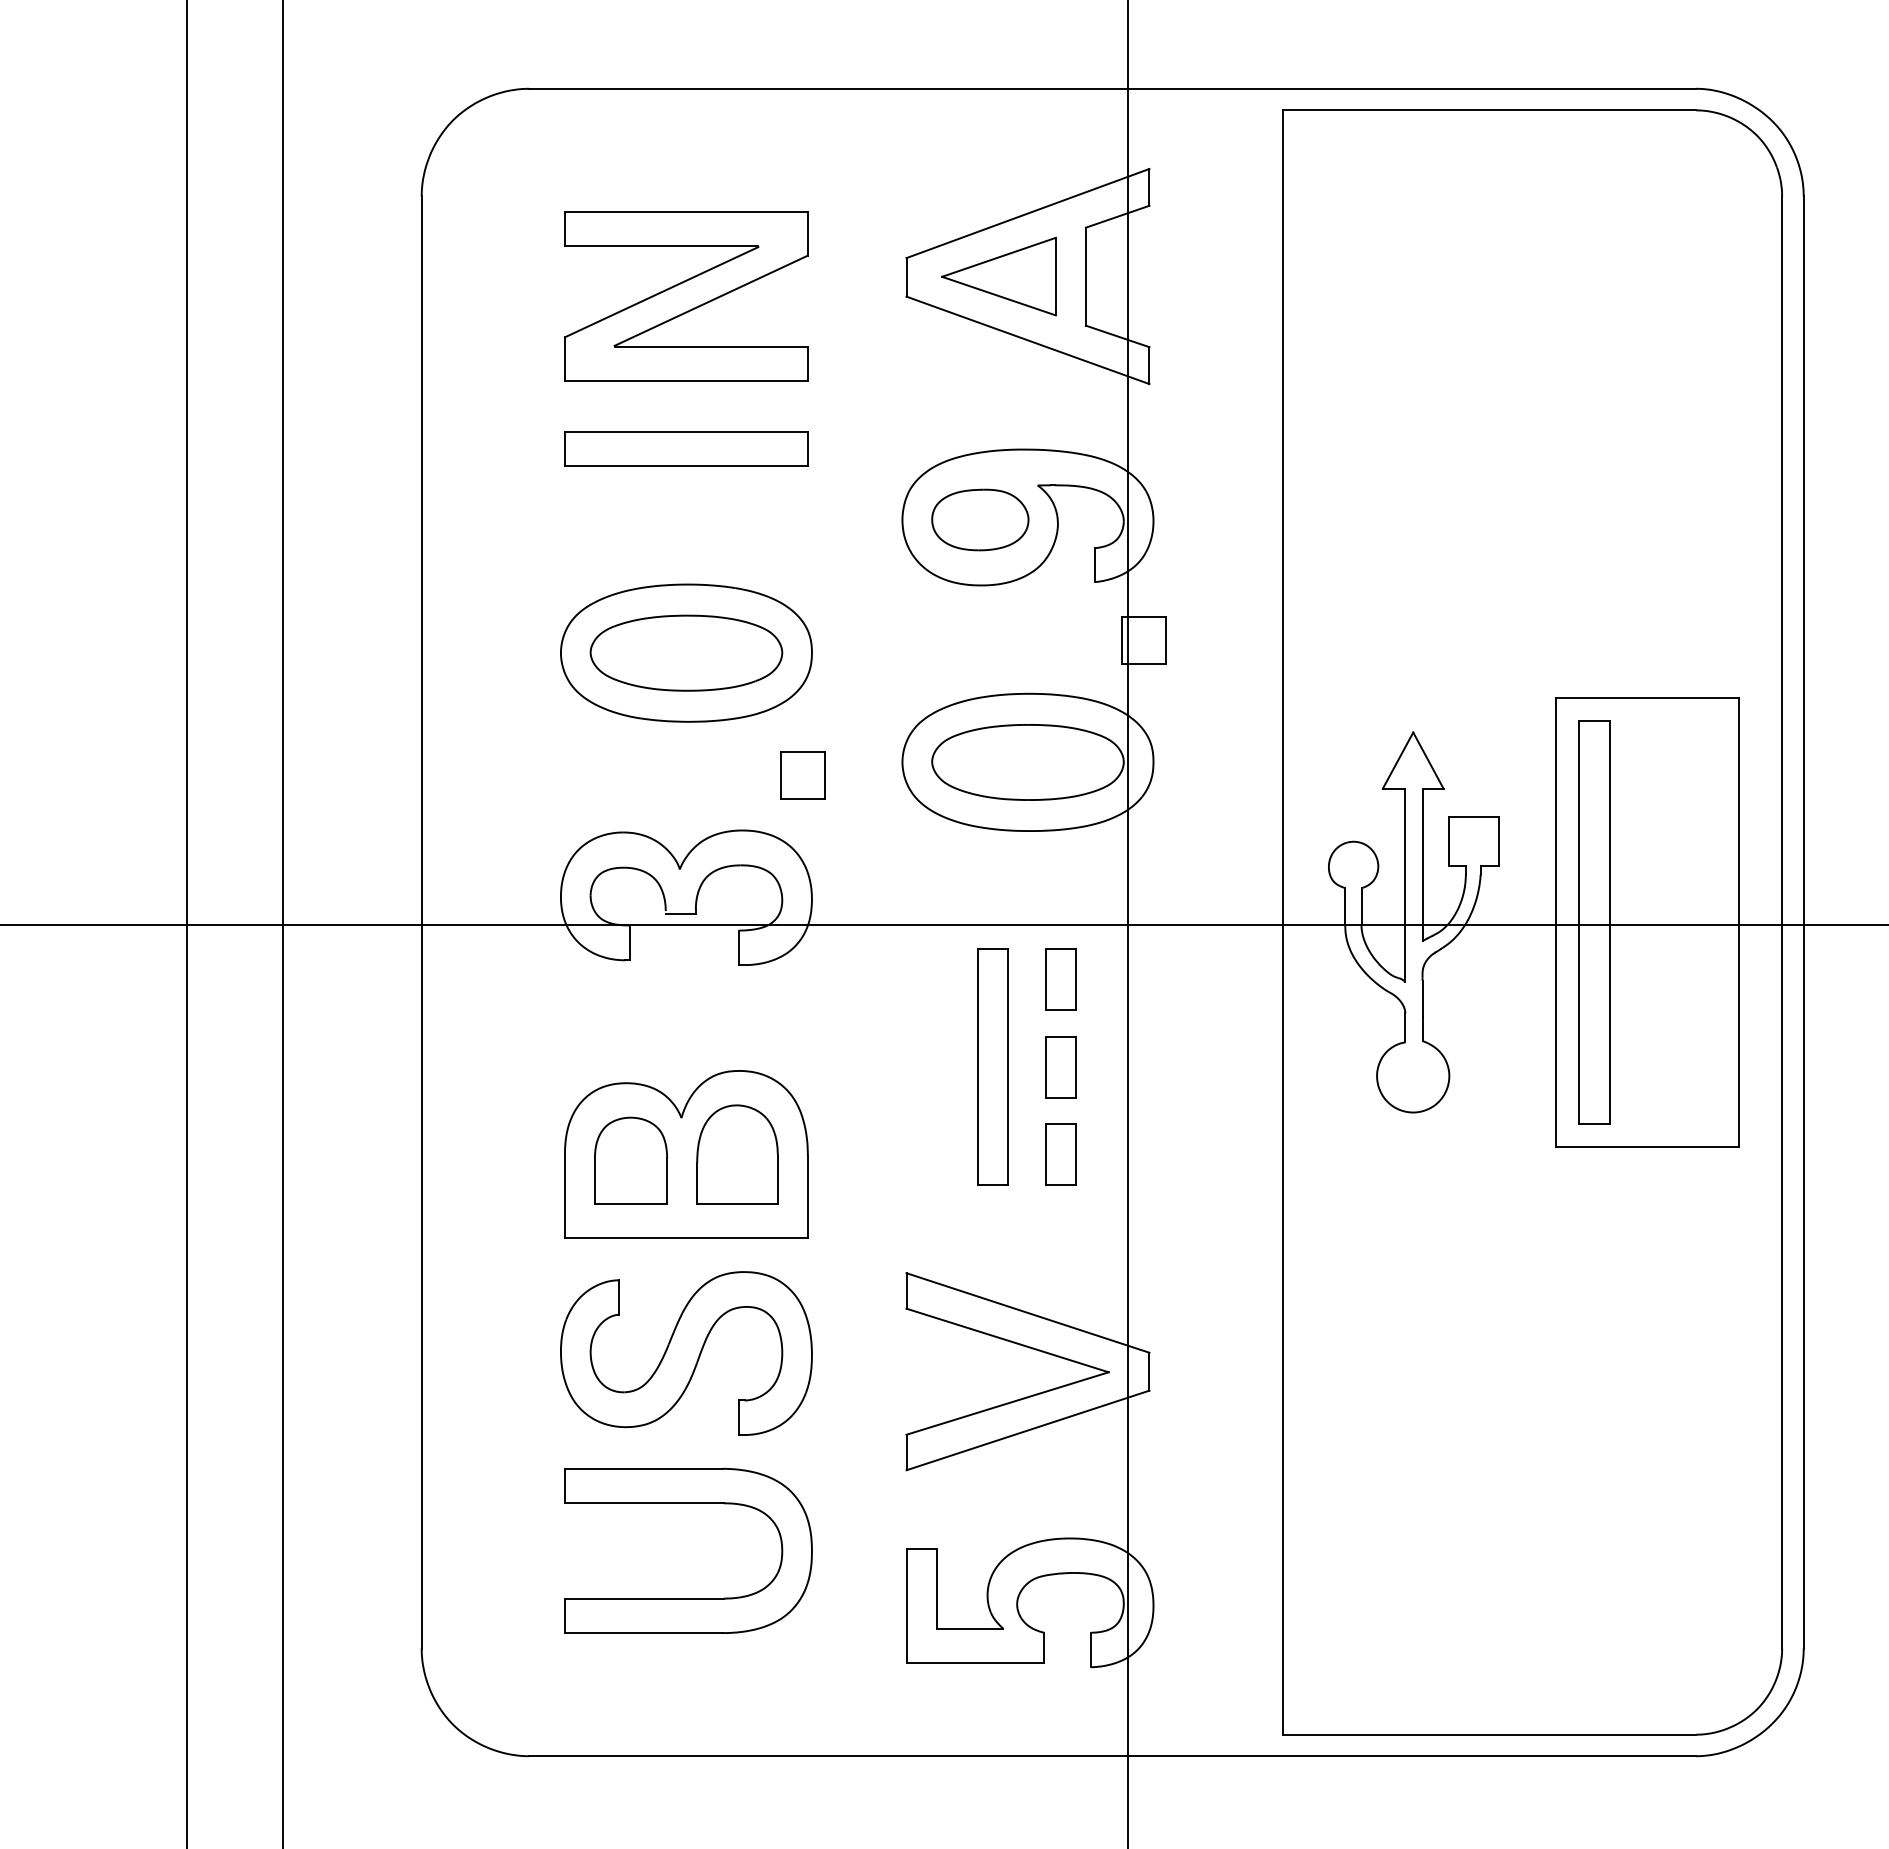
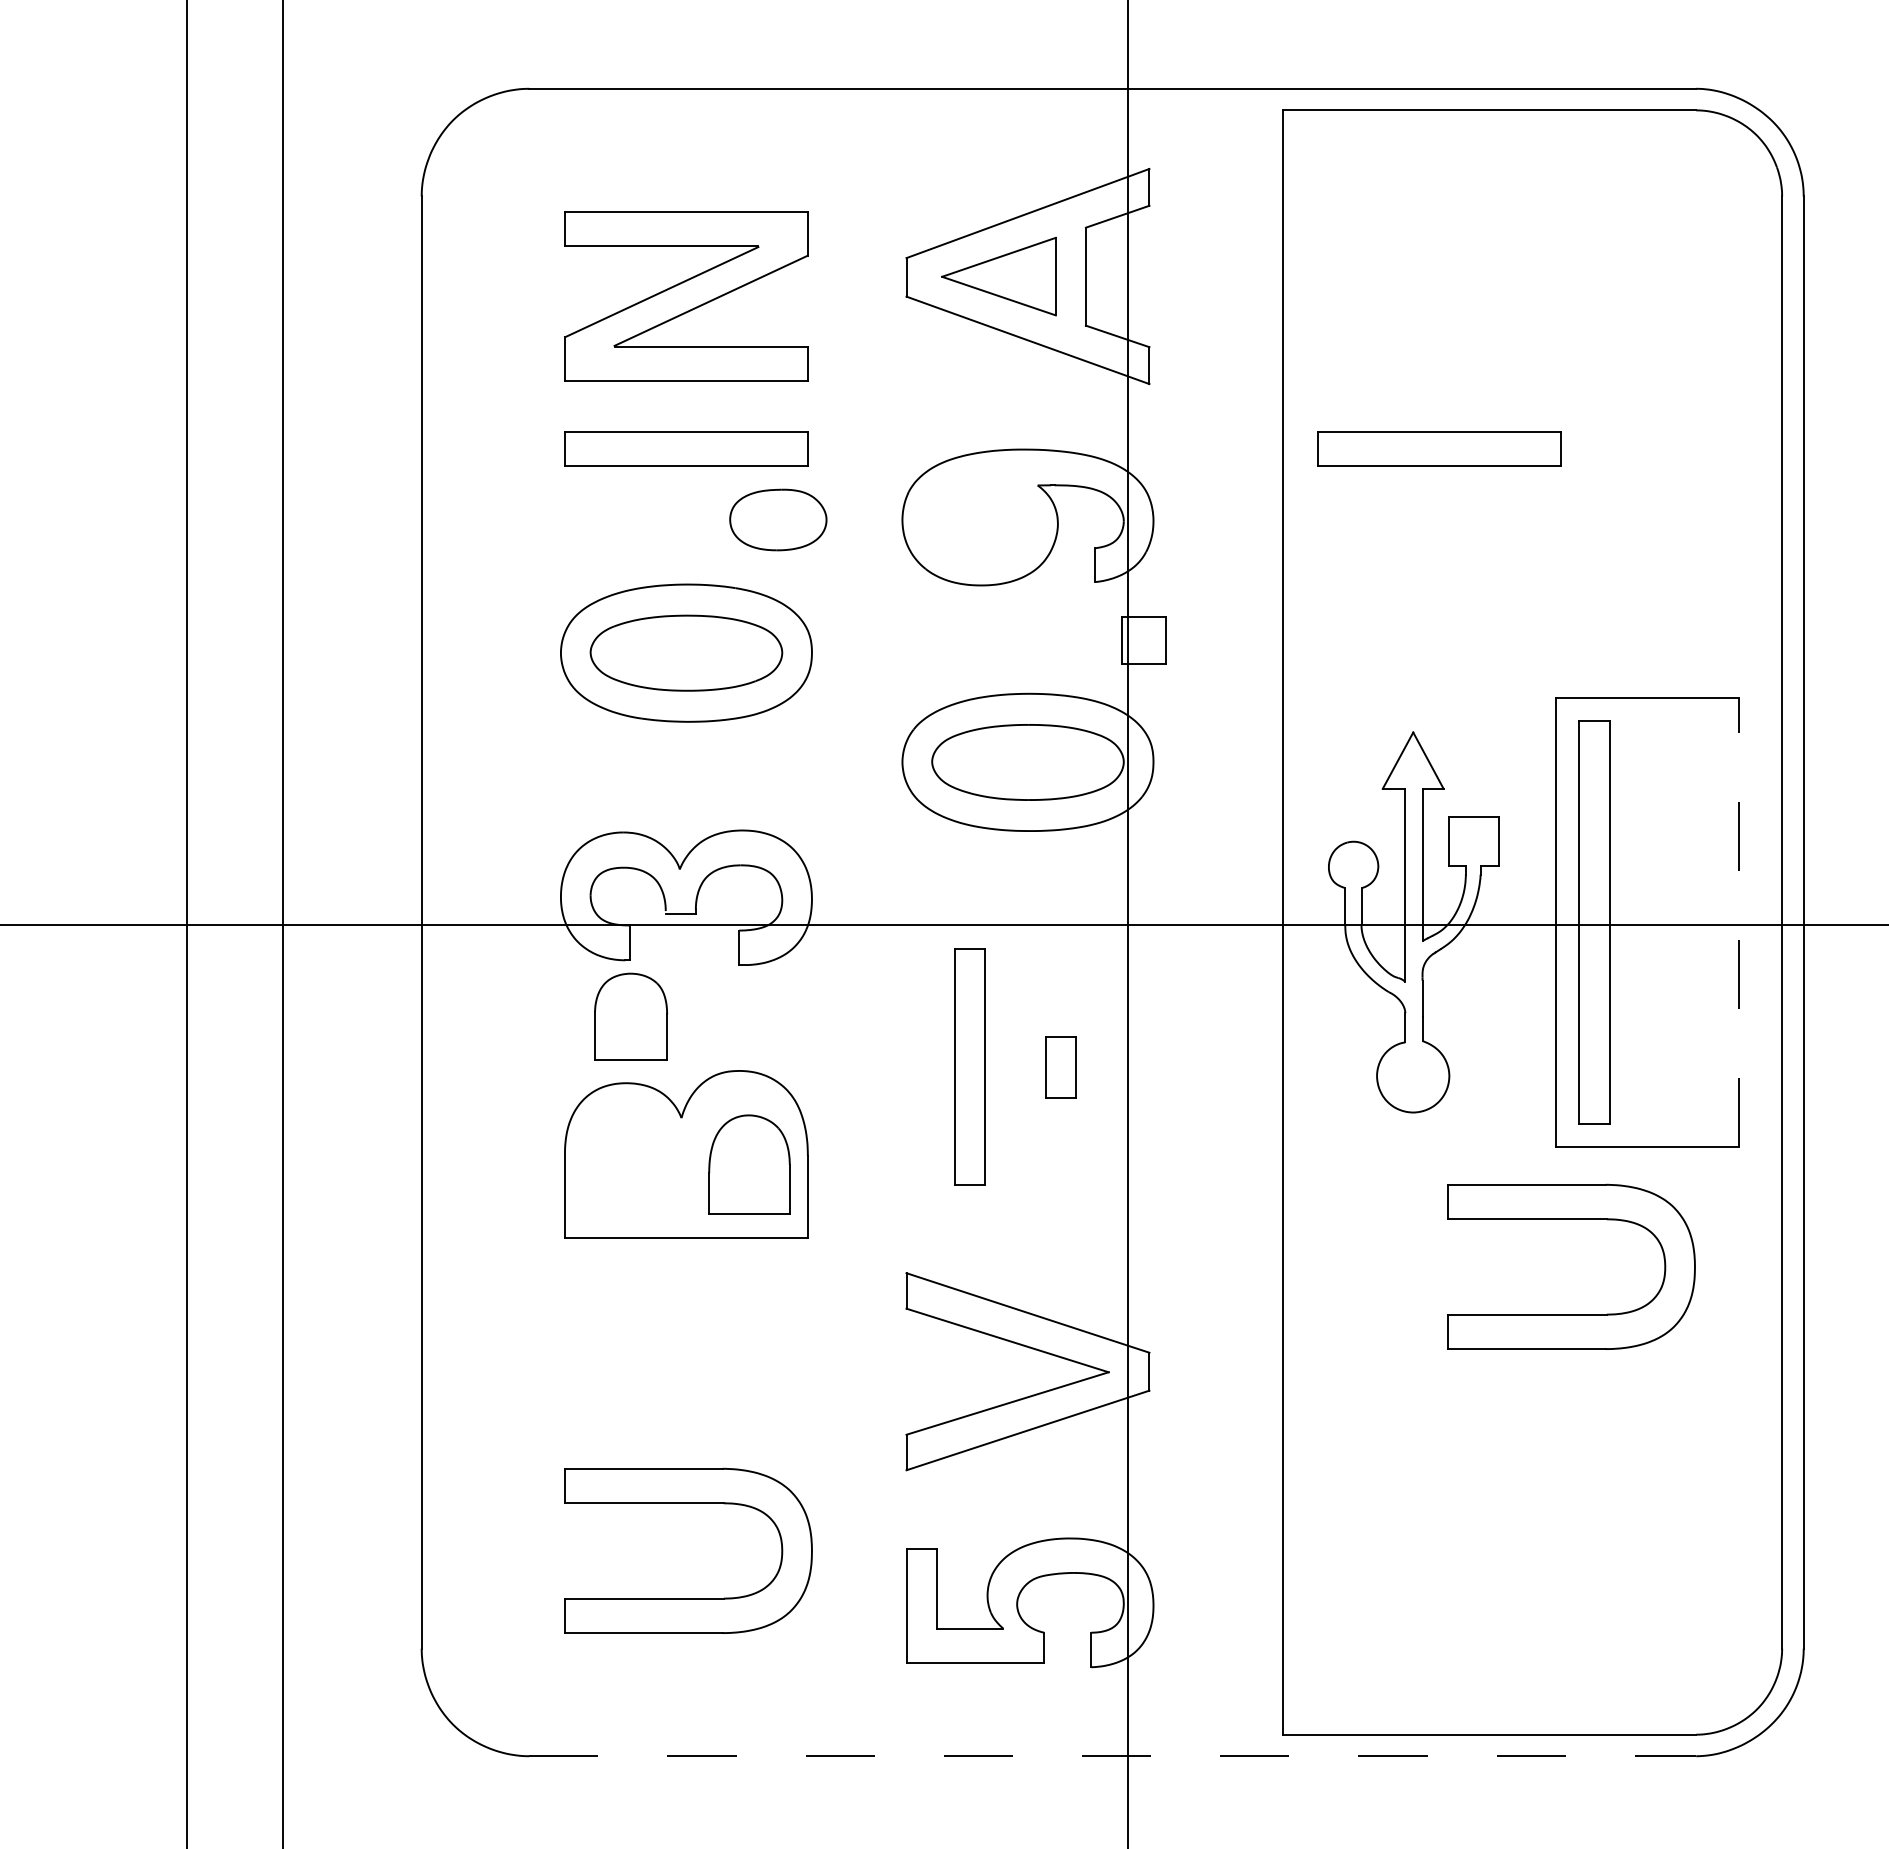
part at (1439, 448): none -> present
part at (980, 519) position: (980, 519) -> (778, 519)
part at (802, 775): present -> none
line at (1739, 922): solid -> dashed
part at (1060, 979): present -> none
part at (992, 1066) position: (992, 1066) -> (969, 1066)
part at (737, 1154) position: (737, 1154) -> (749, 1164)
part at (1060, 1154): present -> none
part at (630, 1160) position: (630, 1160) -> (630, 1016)
part at (1571, 1219): none -> present
part at (686, 1353): present -> none
line at (1113, 1756): solid -> dashed
